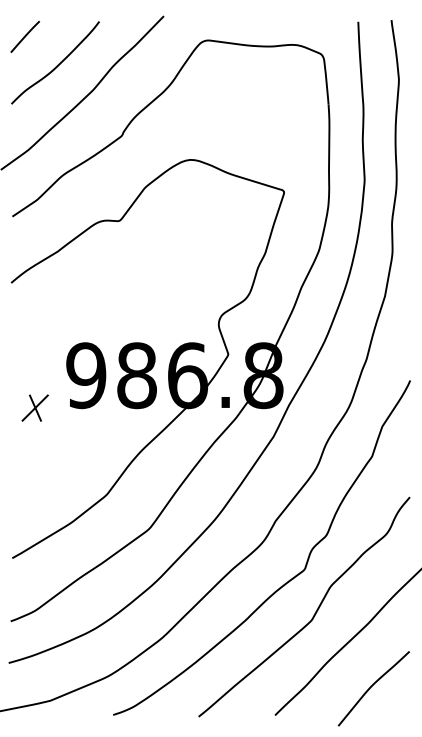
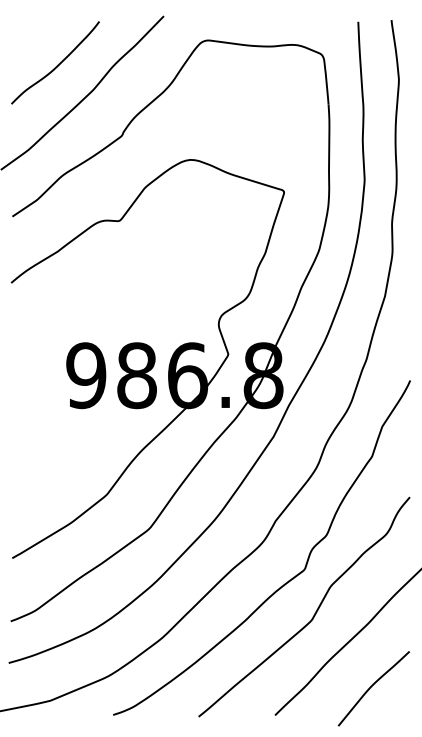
line at (24, 36): present -> none
part at (34, 407): present -> none
